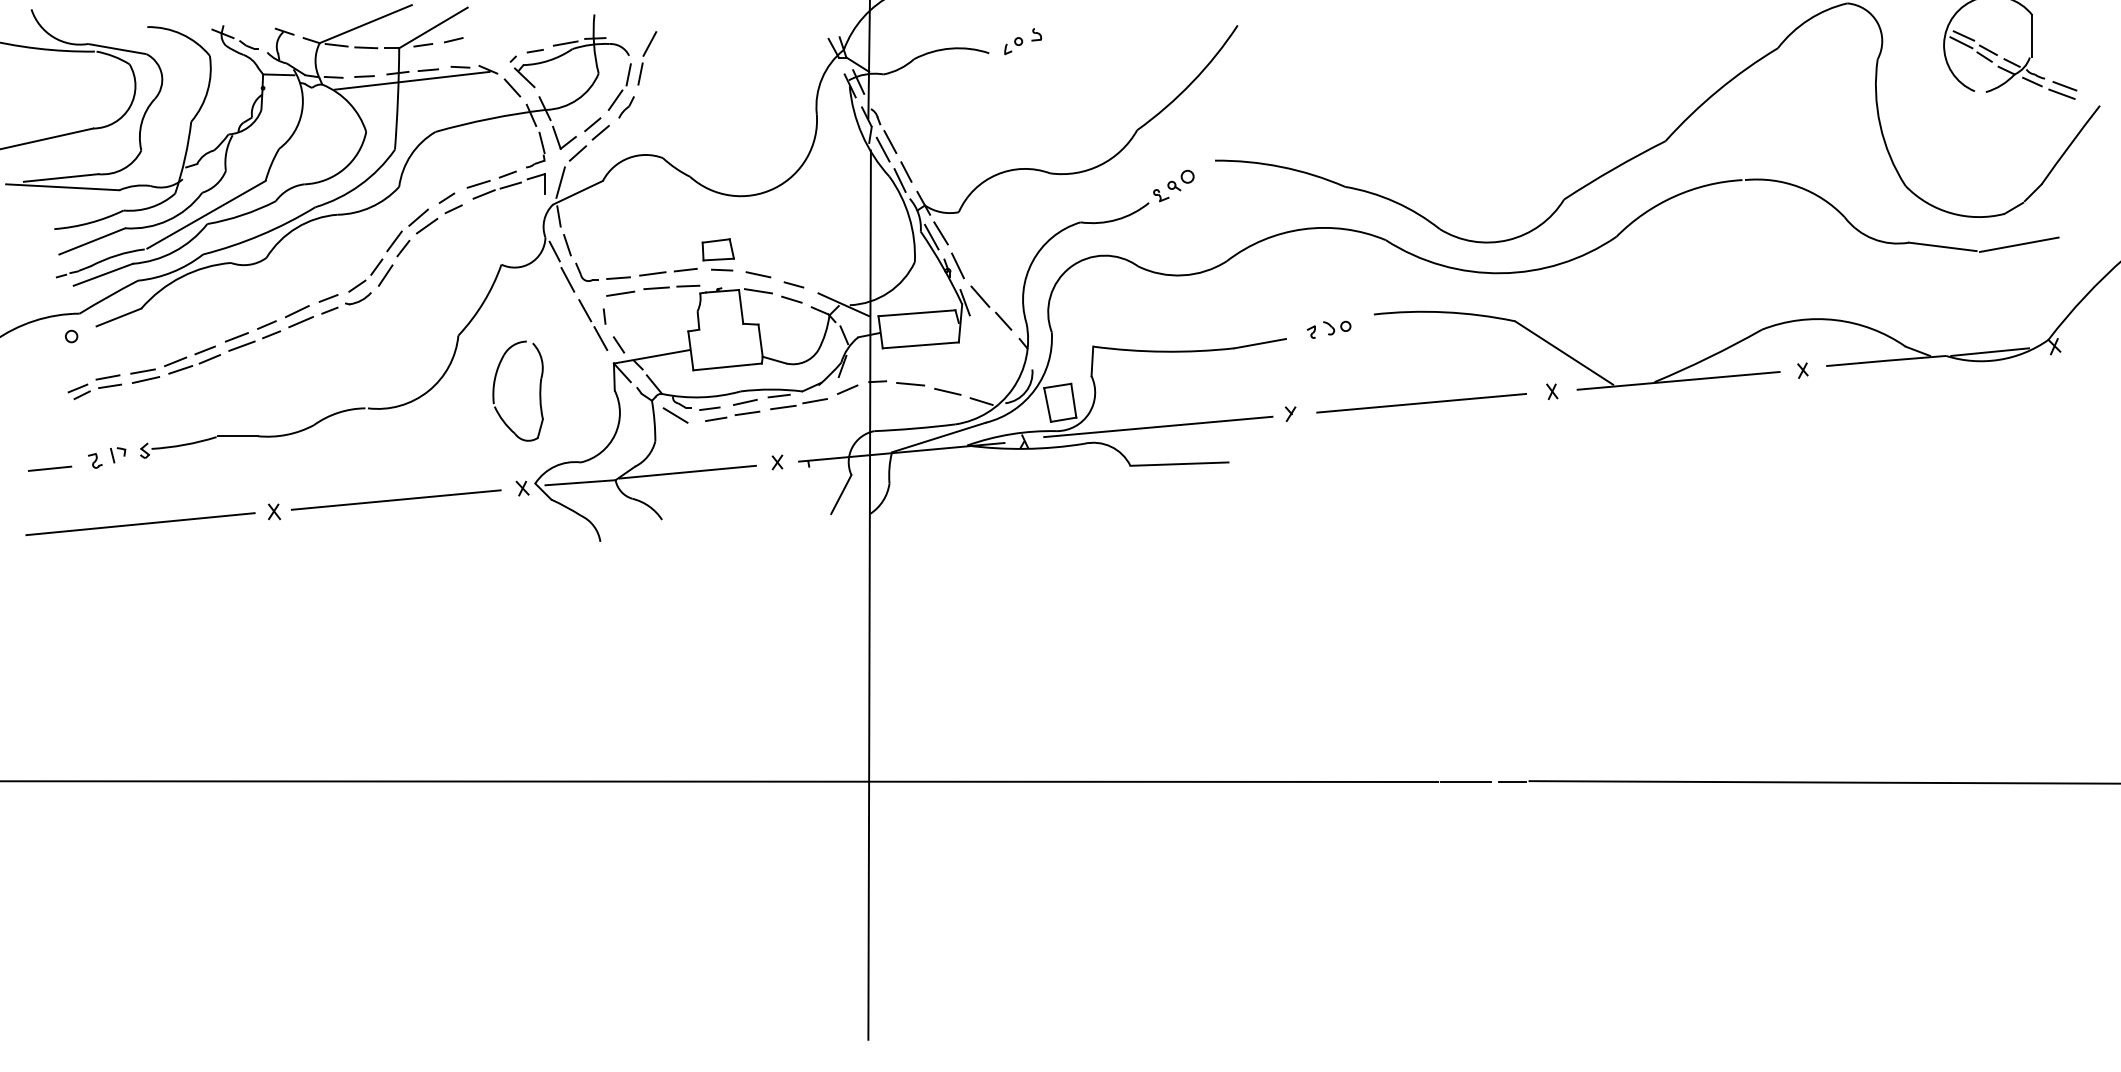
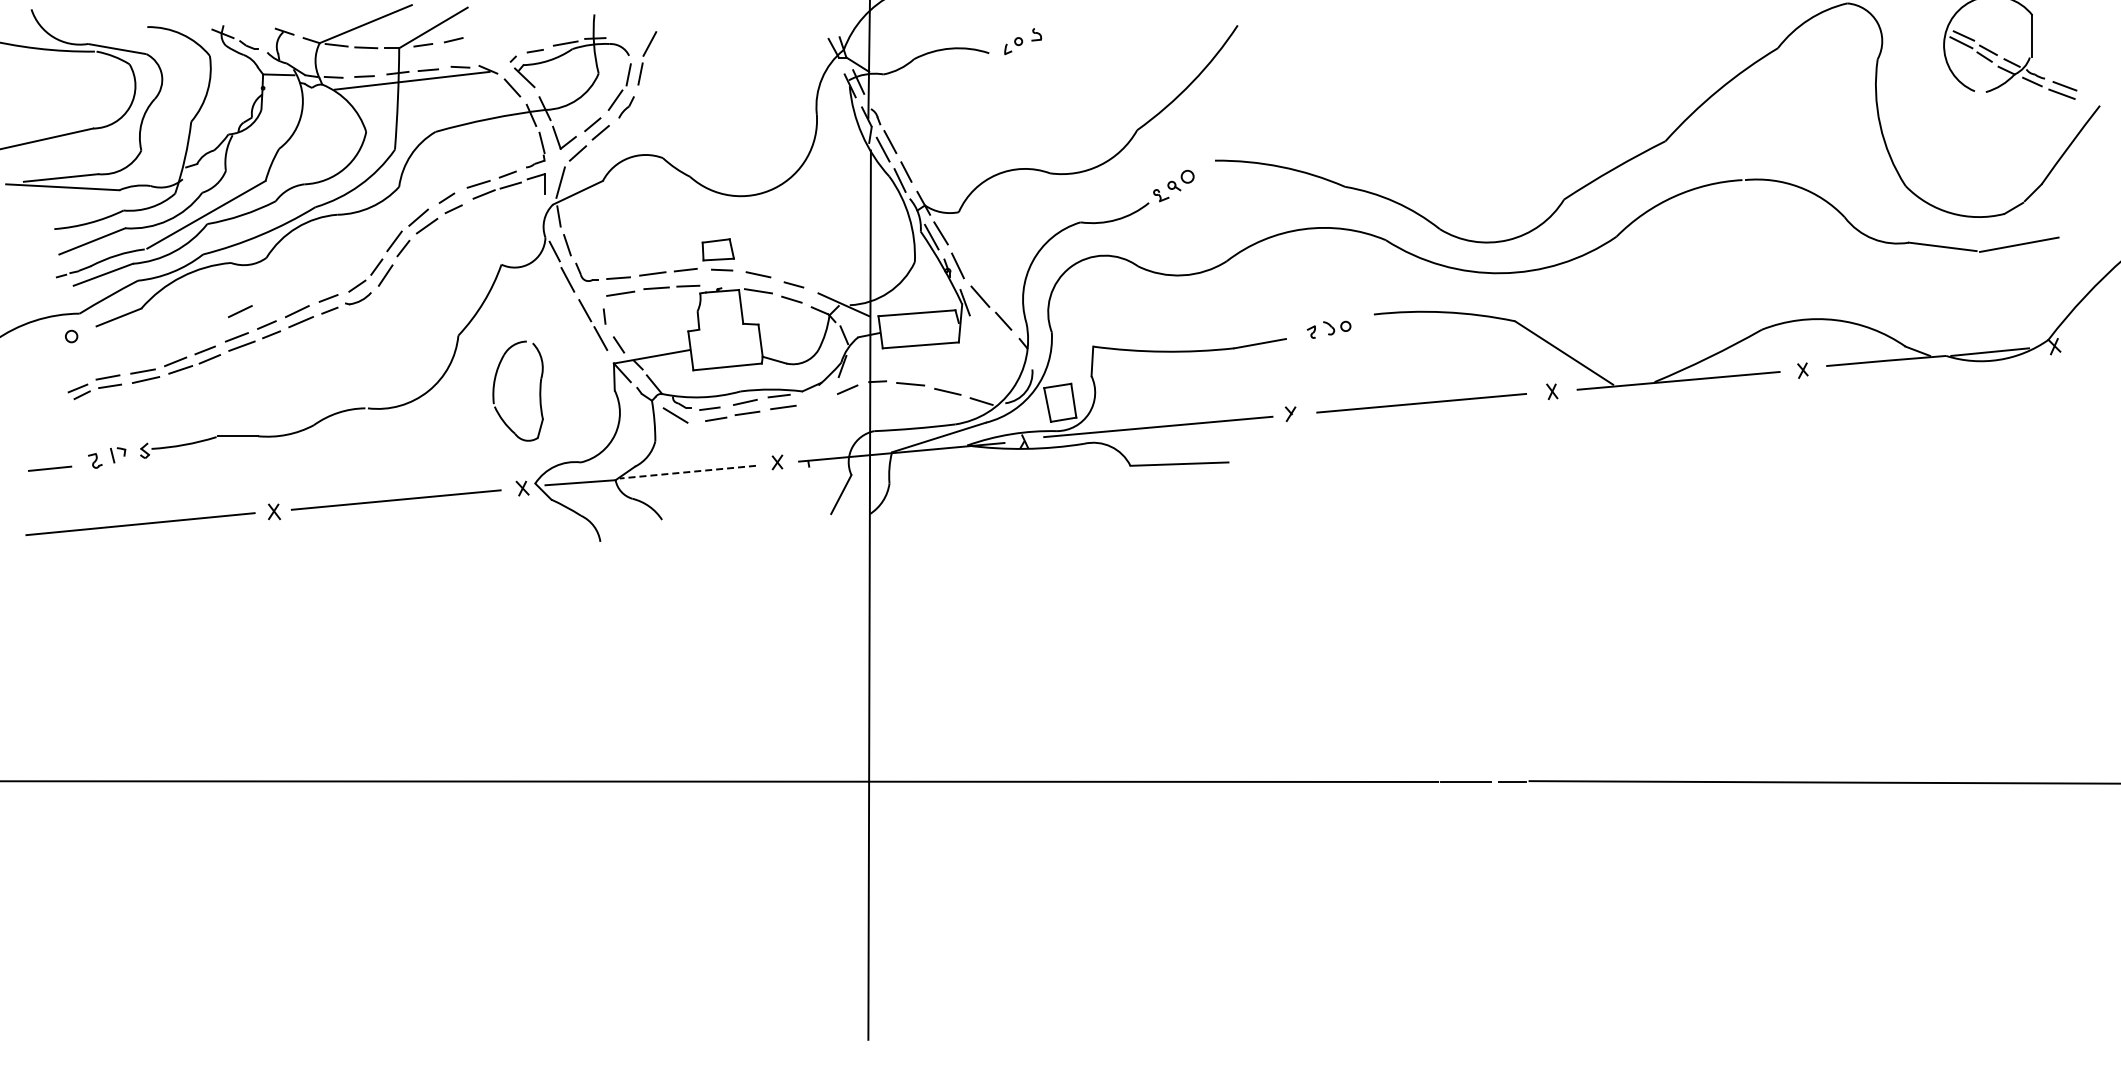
line at (240, 311): none -> present
line at (814, 401): present -> none
line at (687, 472): solid -> dashed
